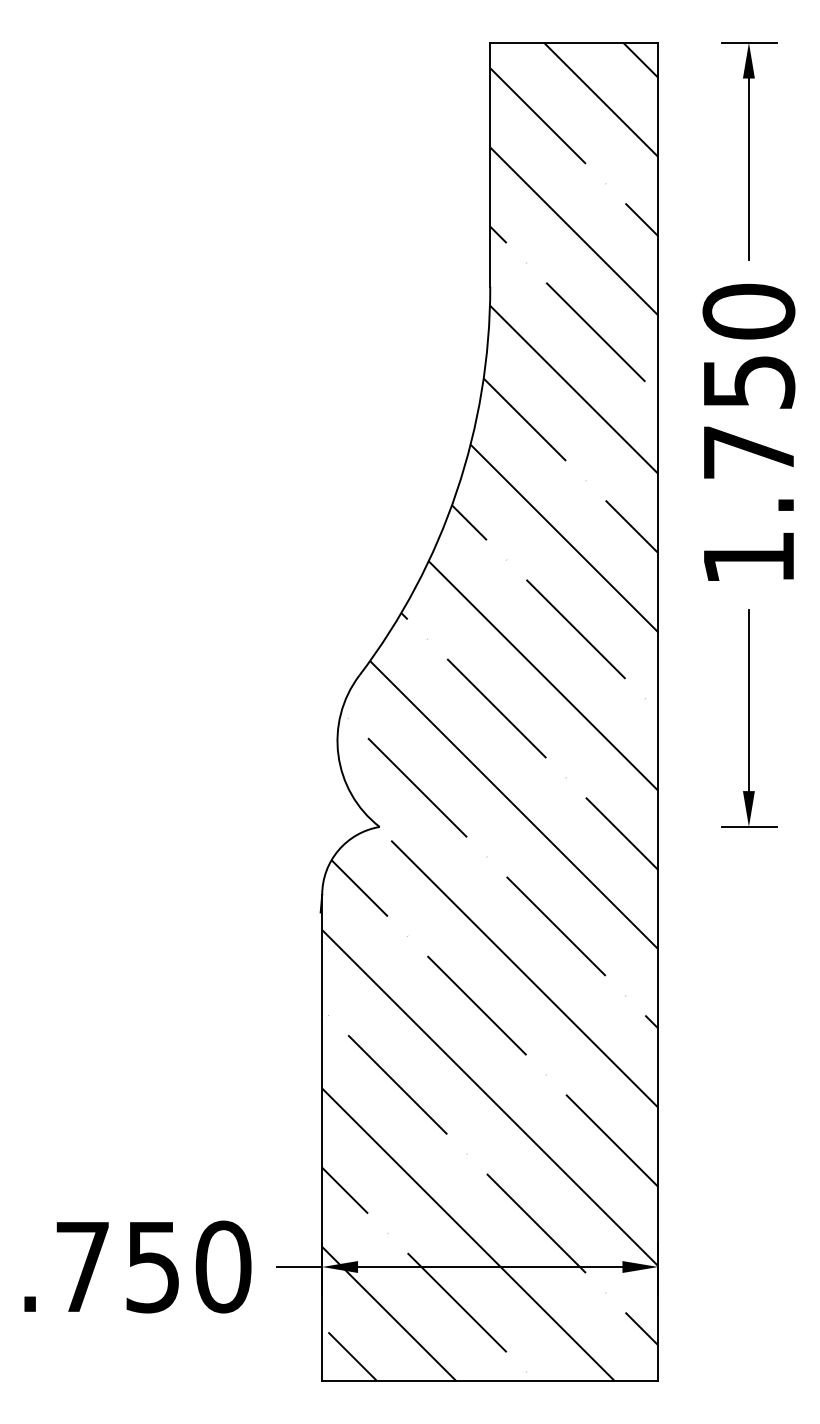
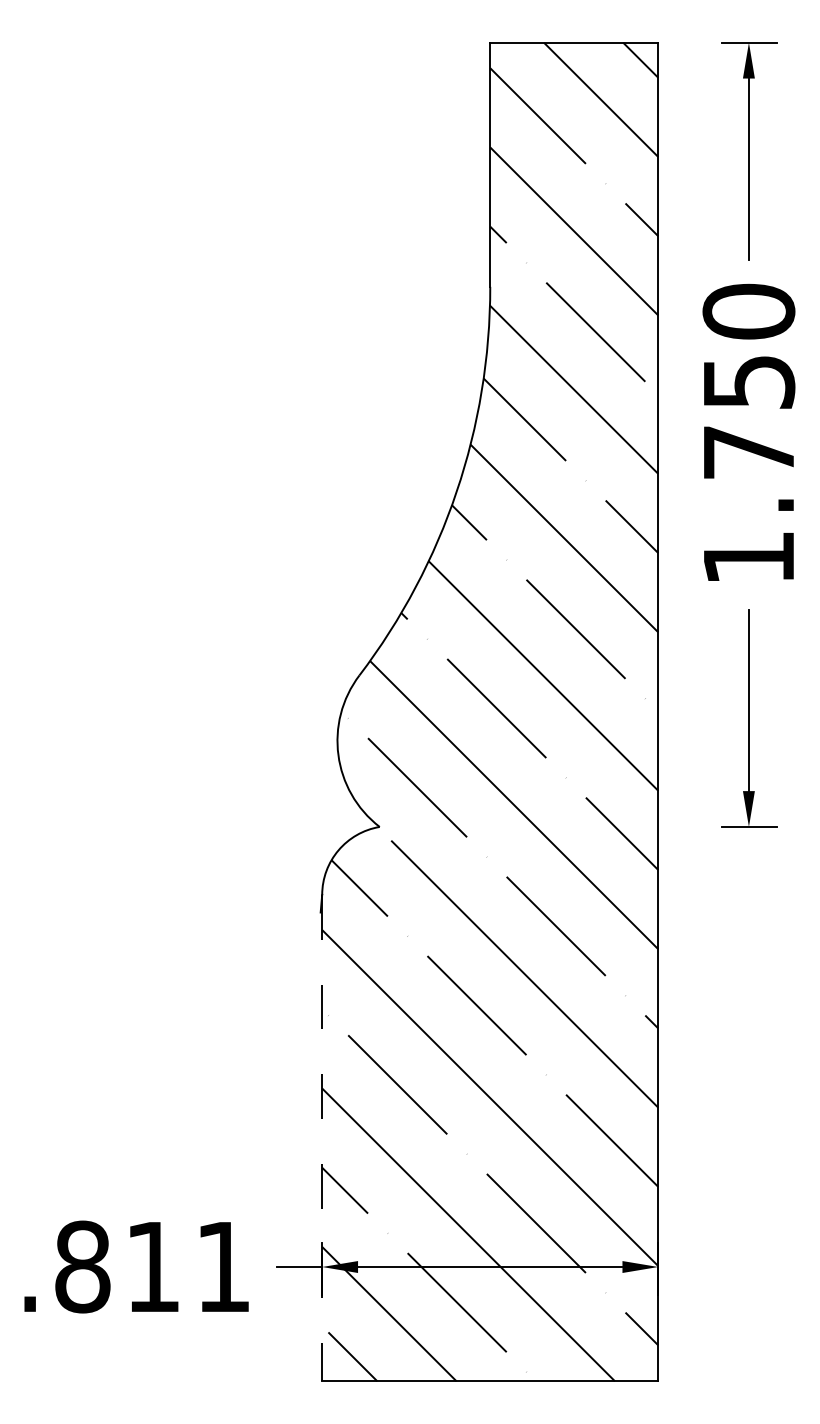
line at (322, 1138): solid -> dashed
text at (153, 1266): .750 -> .811
